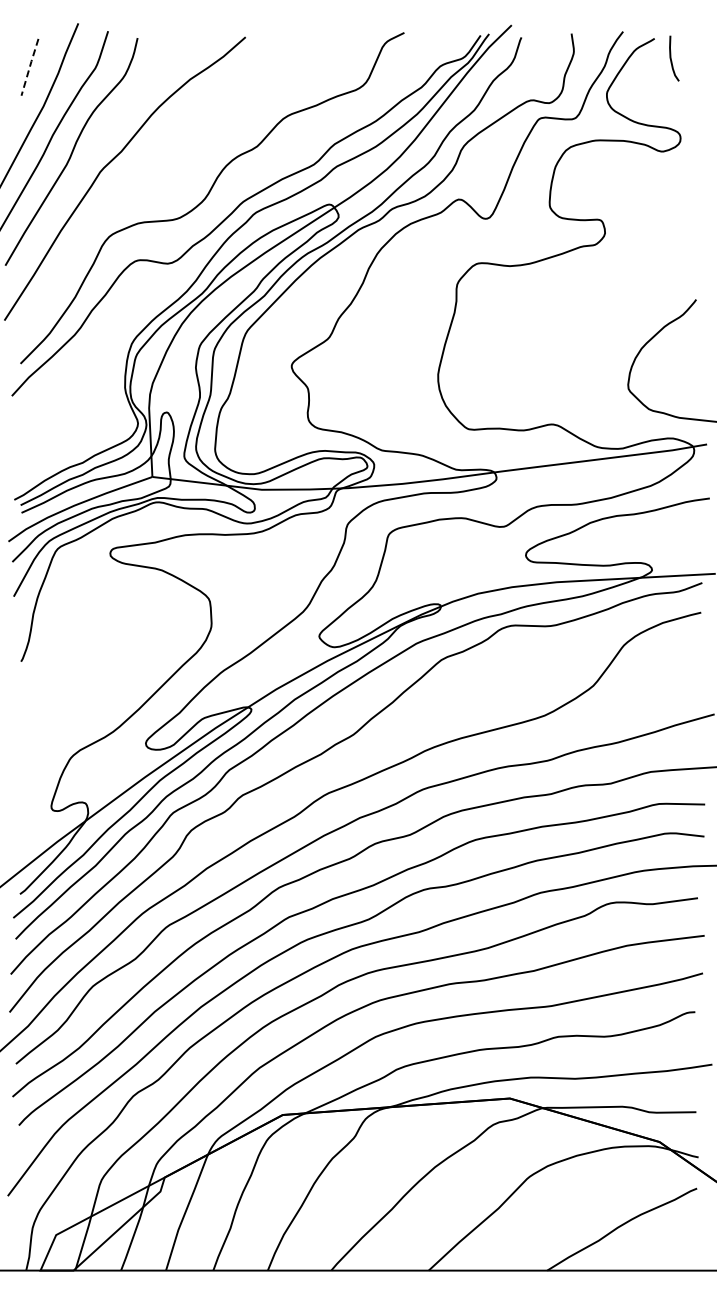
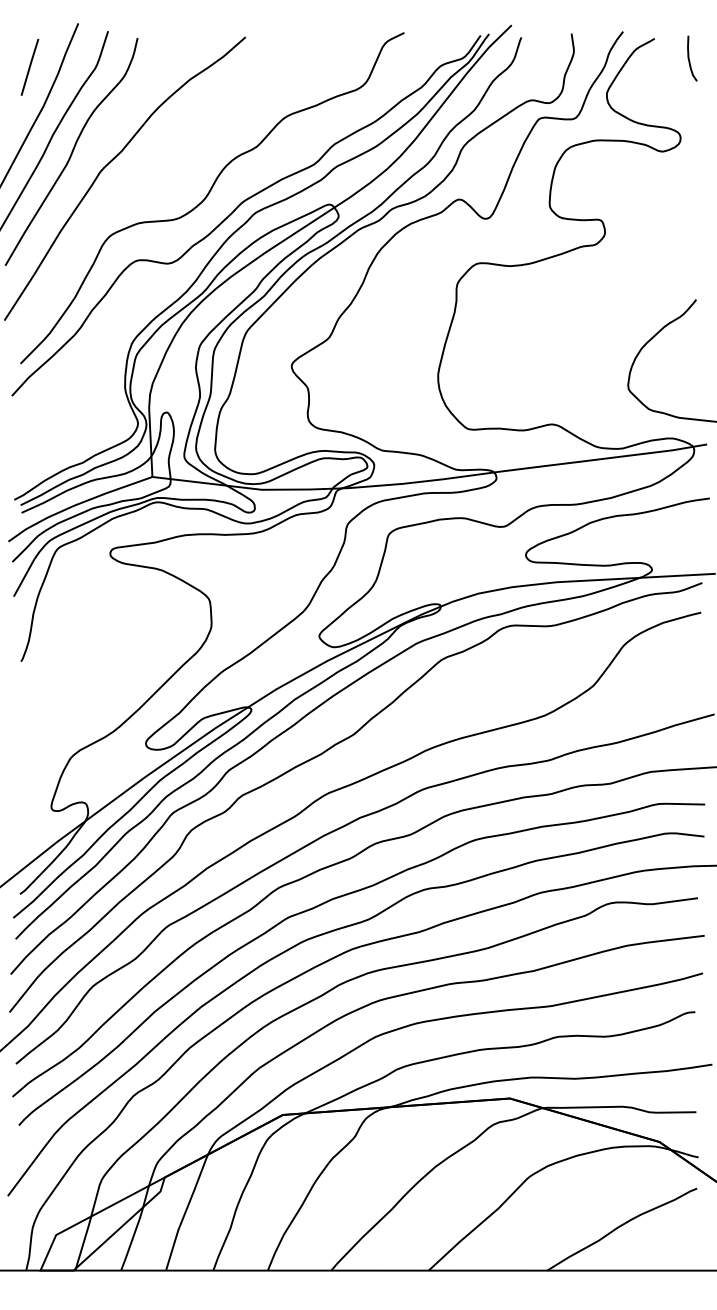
curve at (671, 58) position: (671, 58) -> (689, 58)
line at (29, 67): dashed -> solid
